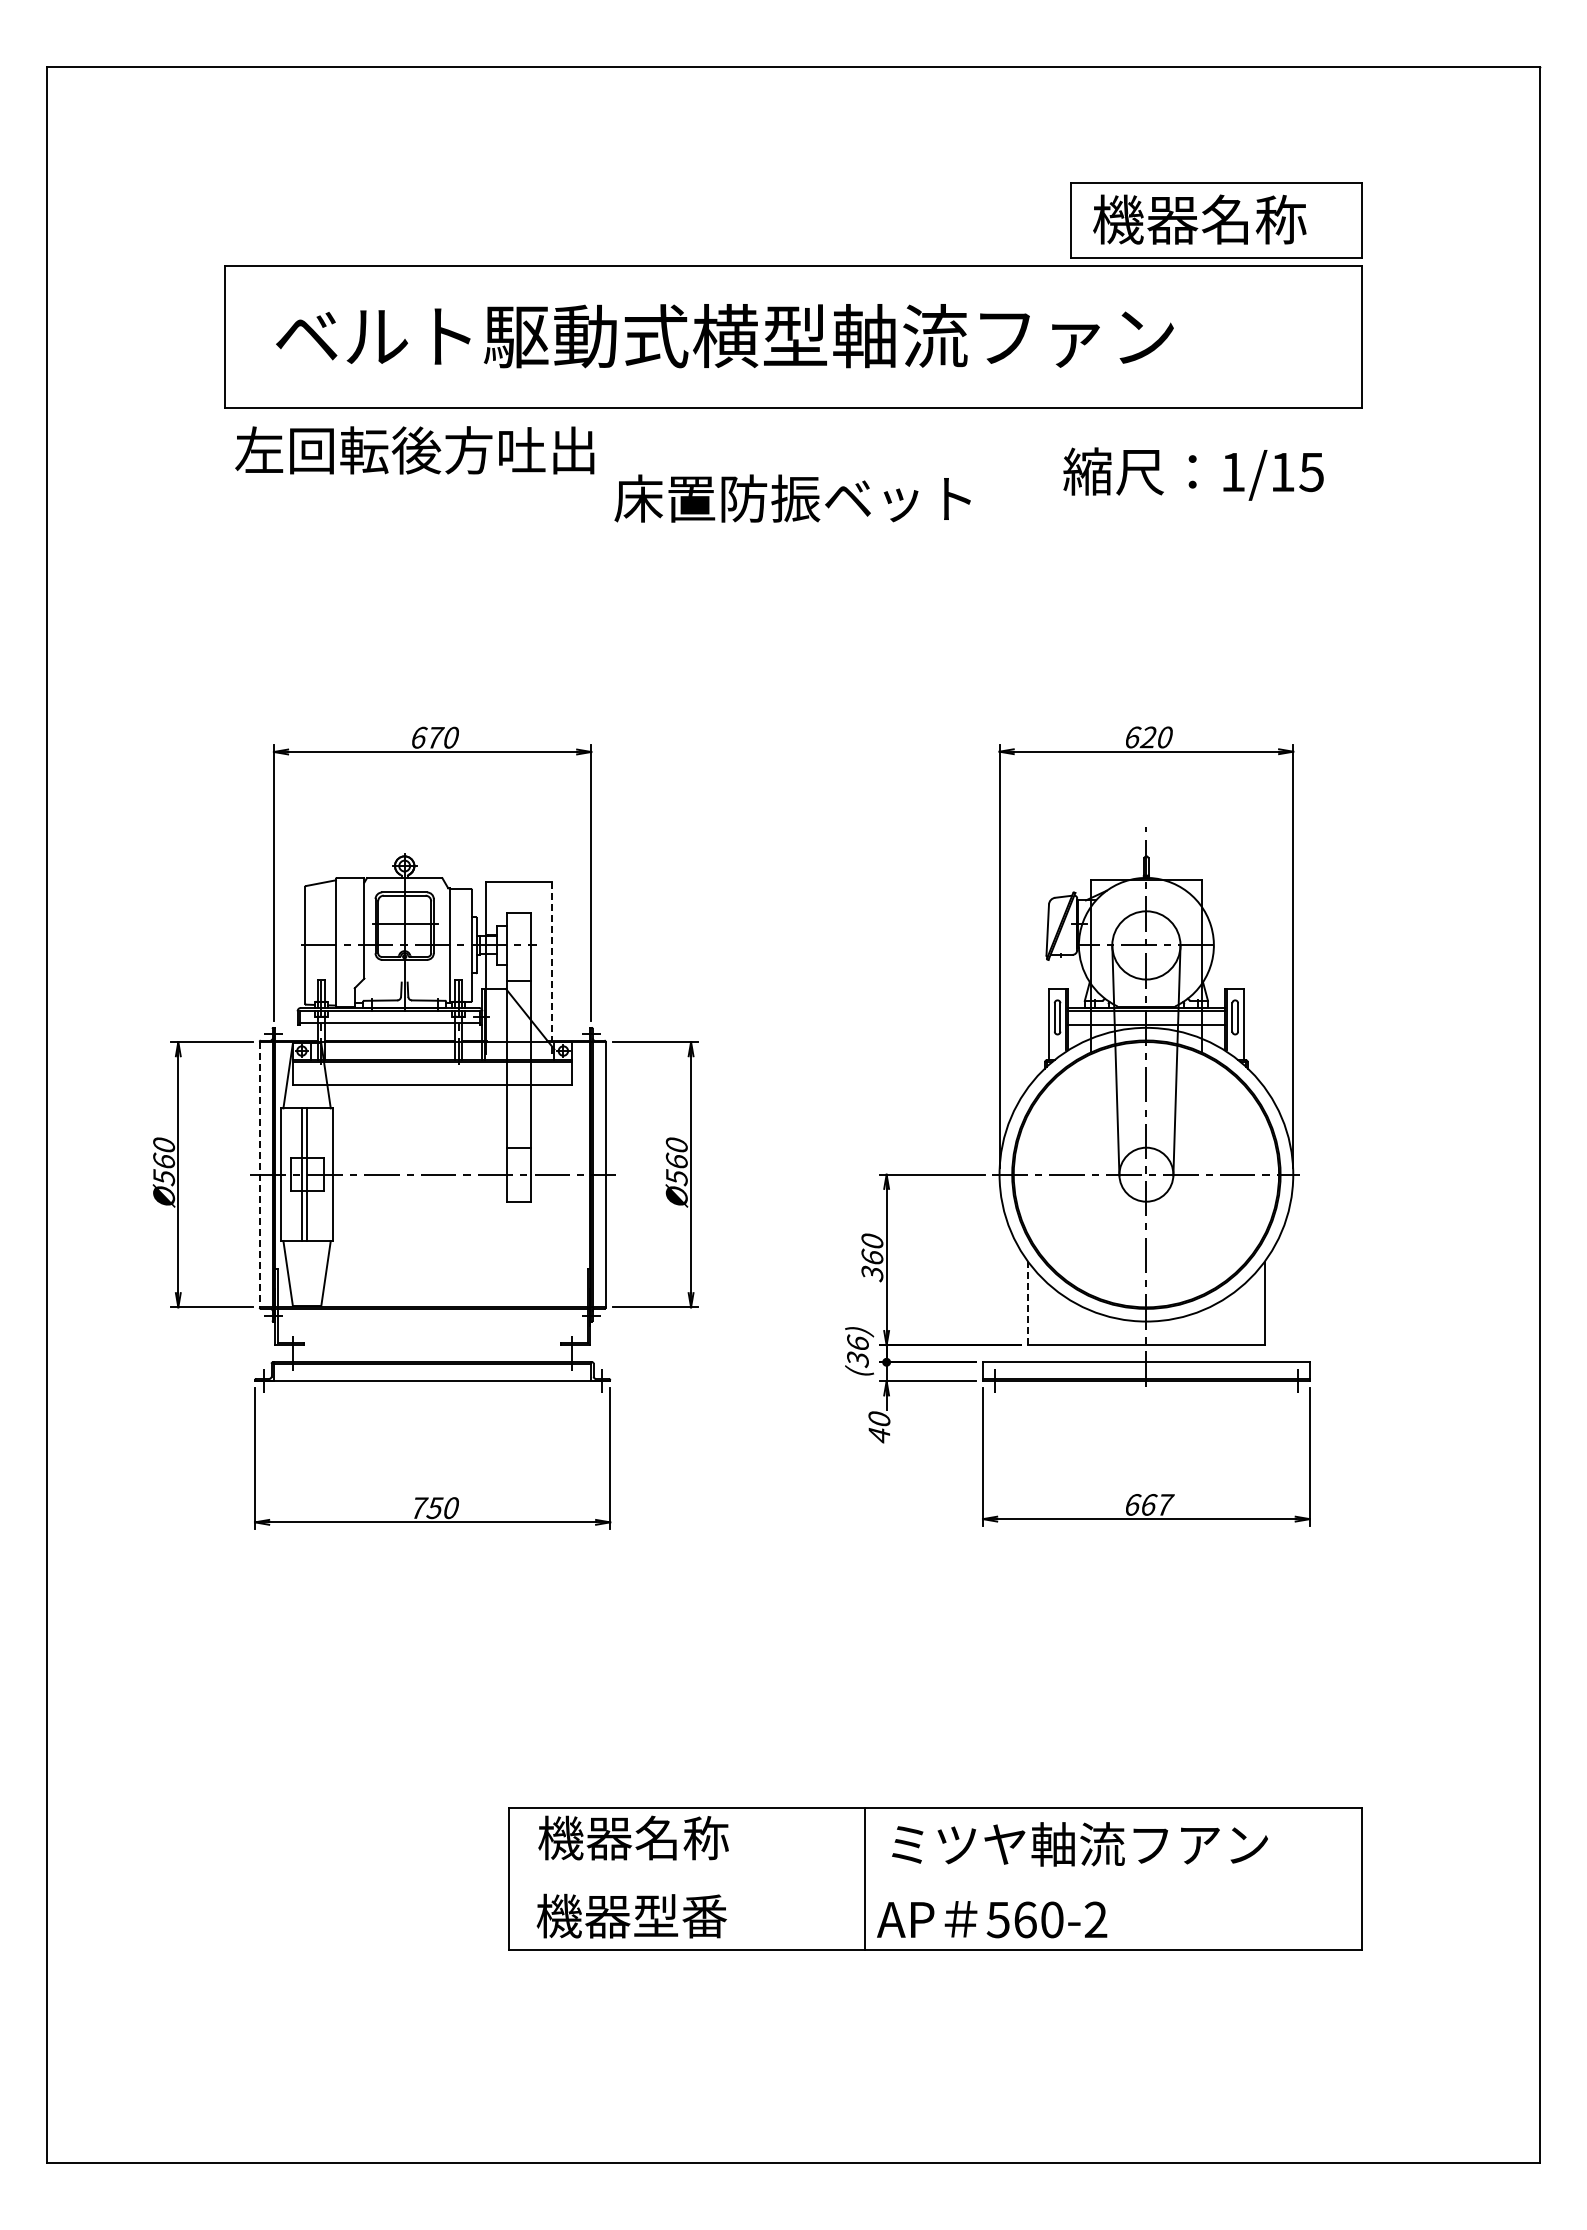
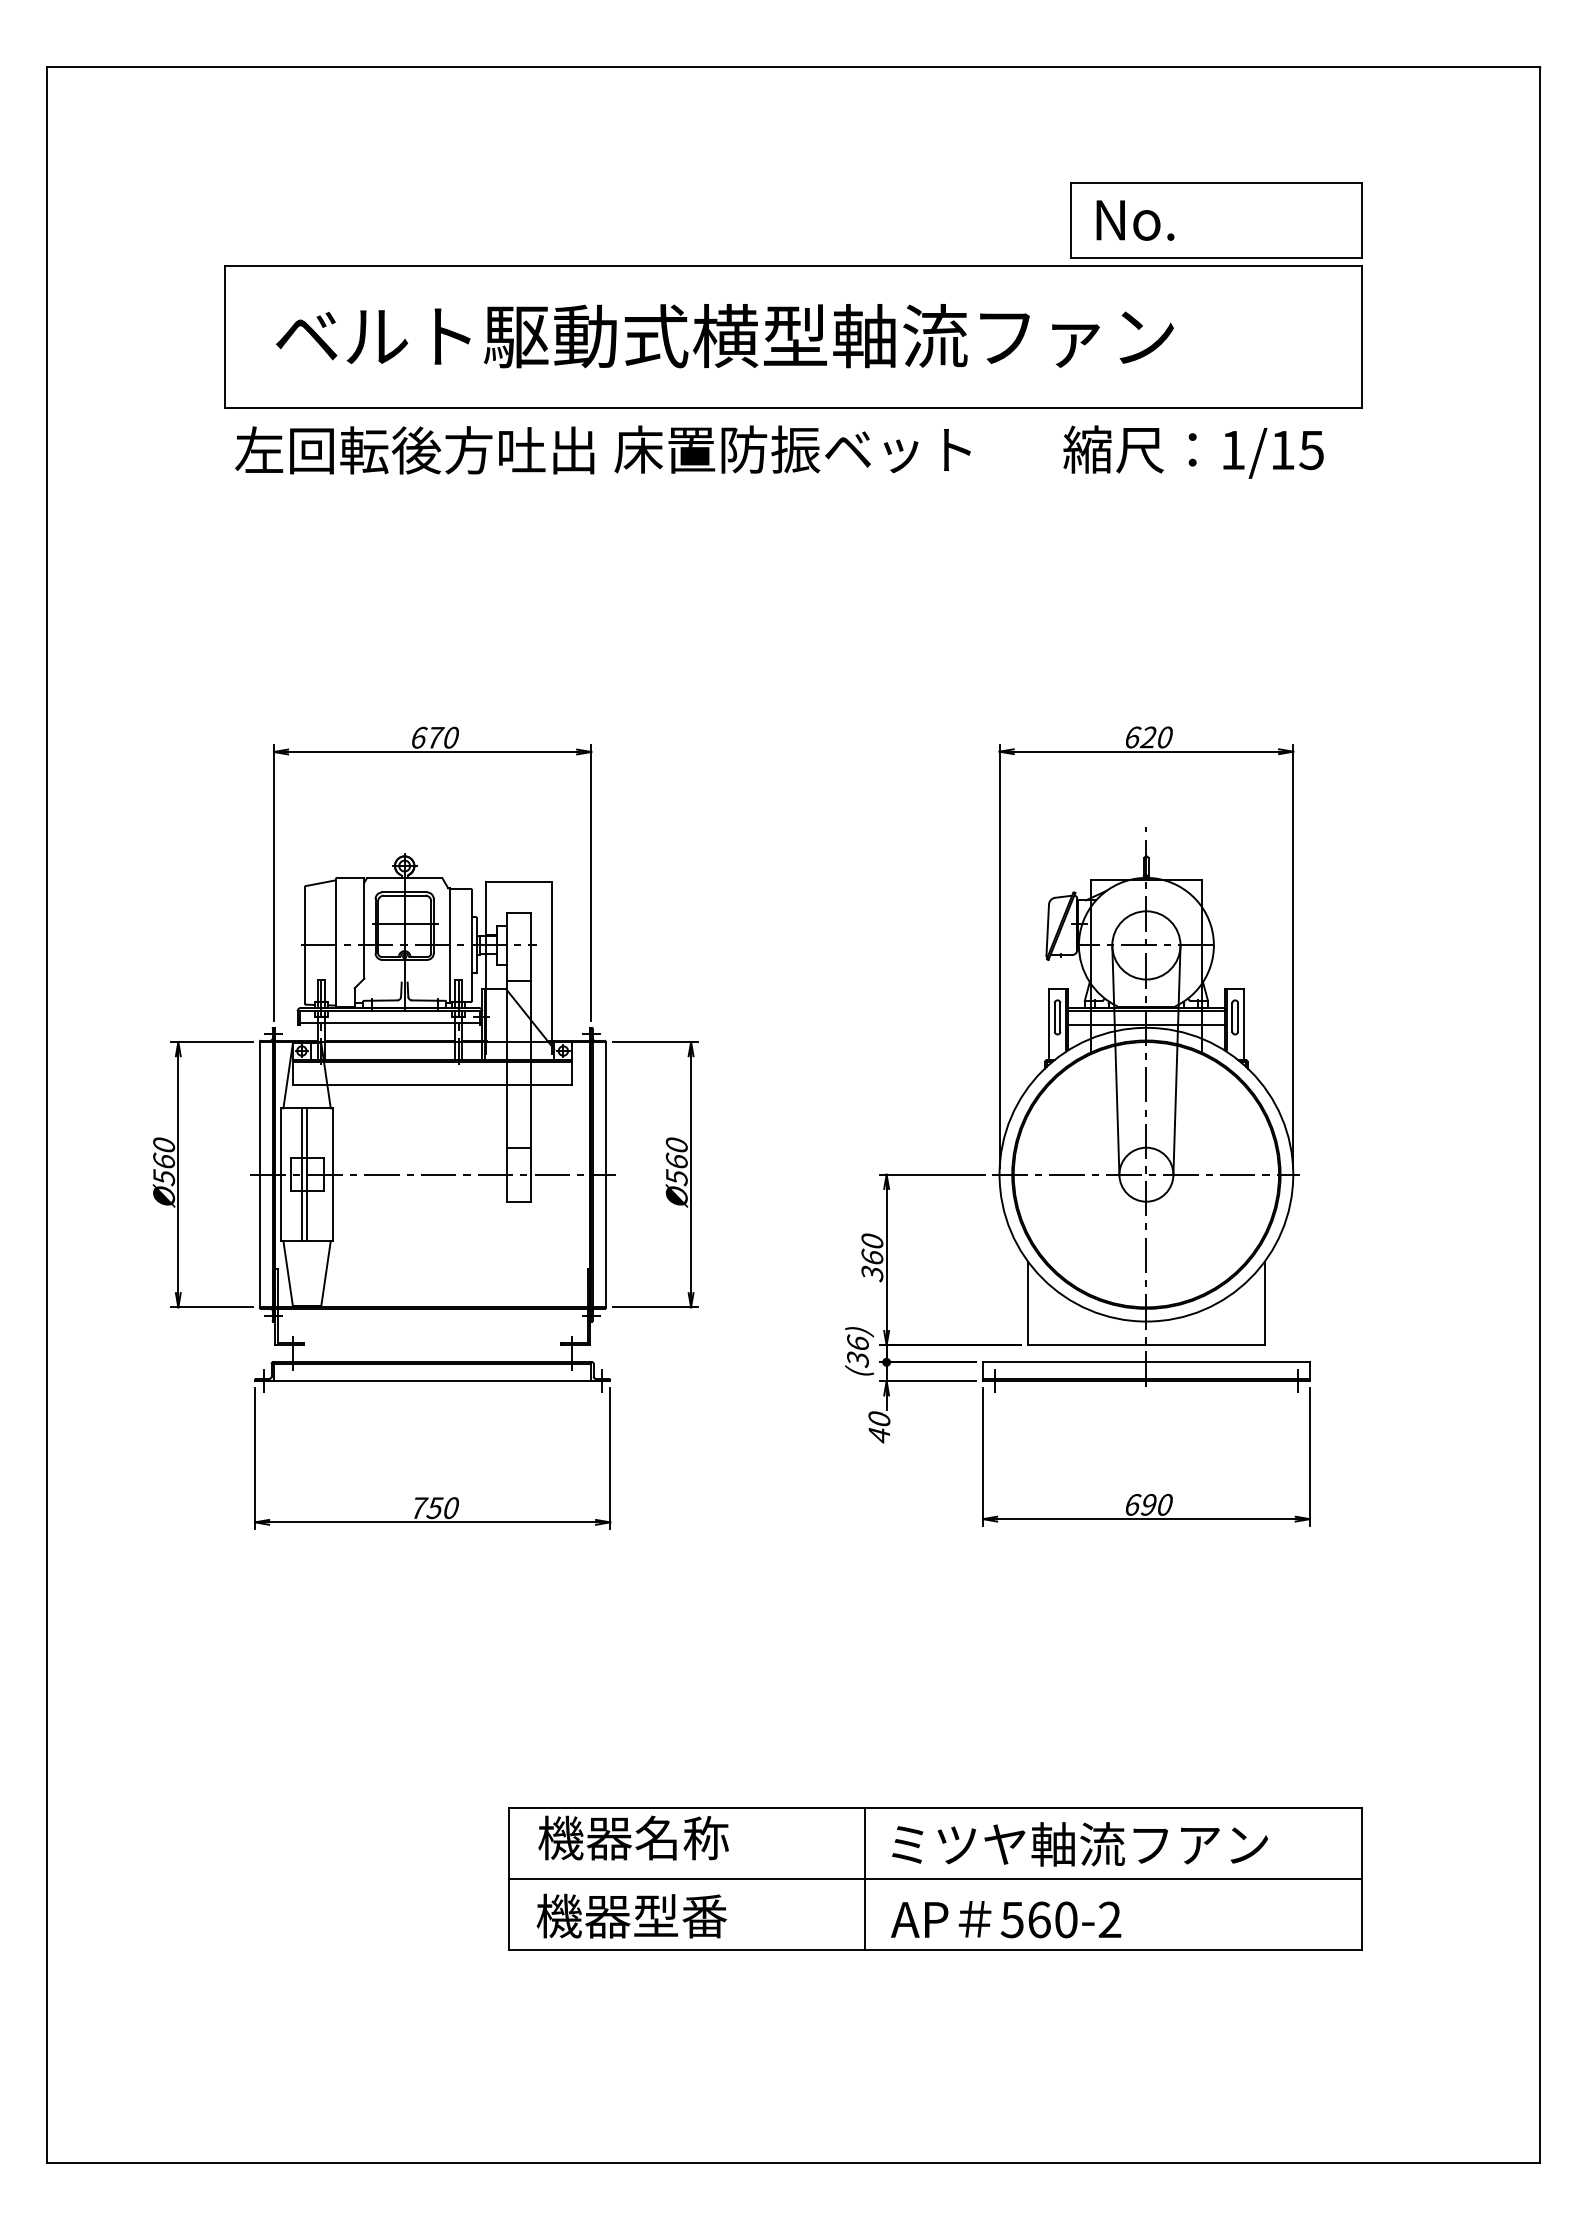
text at (1199, 219): 機器名称 -> No.
text at (1193, 473) position: (1193, 473) -> (1193, 451)
text at (792, 498) position: (792, 498) -> (792, 449)
line at (552, 967): dashed -> solid
line at (259, 1174): dashed -> solid
line at (1027, 1303): dashed -> solid
text at (1157, 1504): 667 -> 690
line at (935, 1878): none -> present
text at (992, 1919) position: (992, 1919) -> (1006, 1919)
